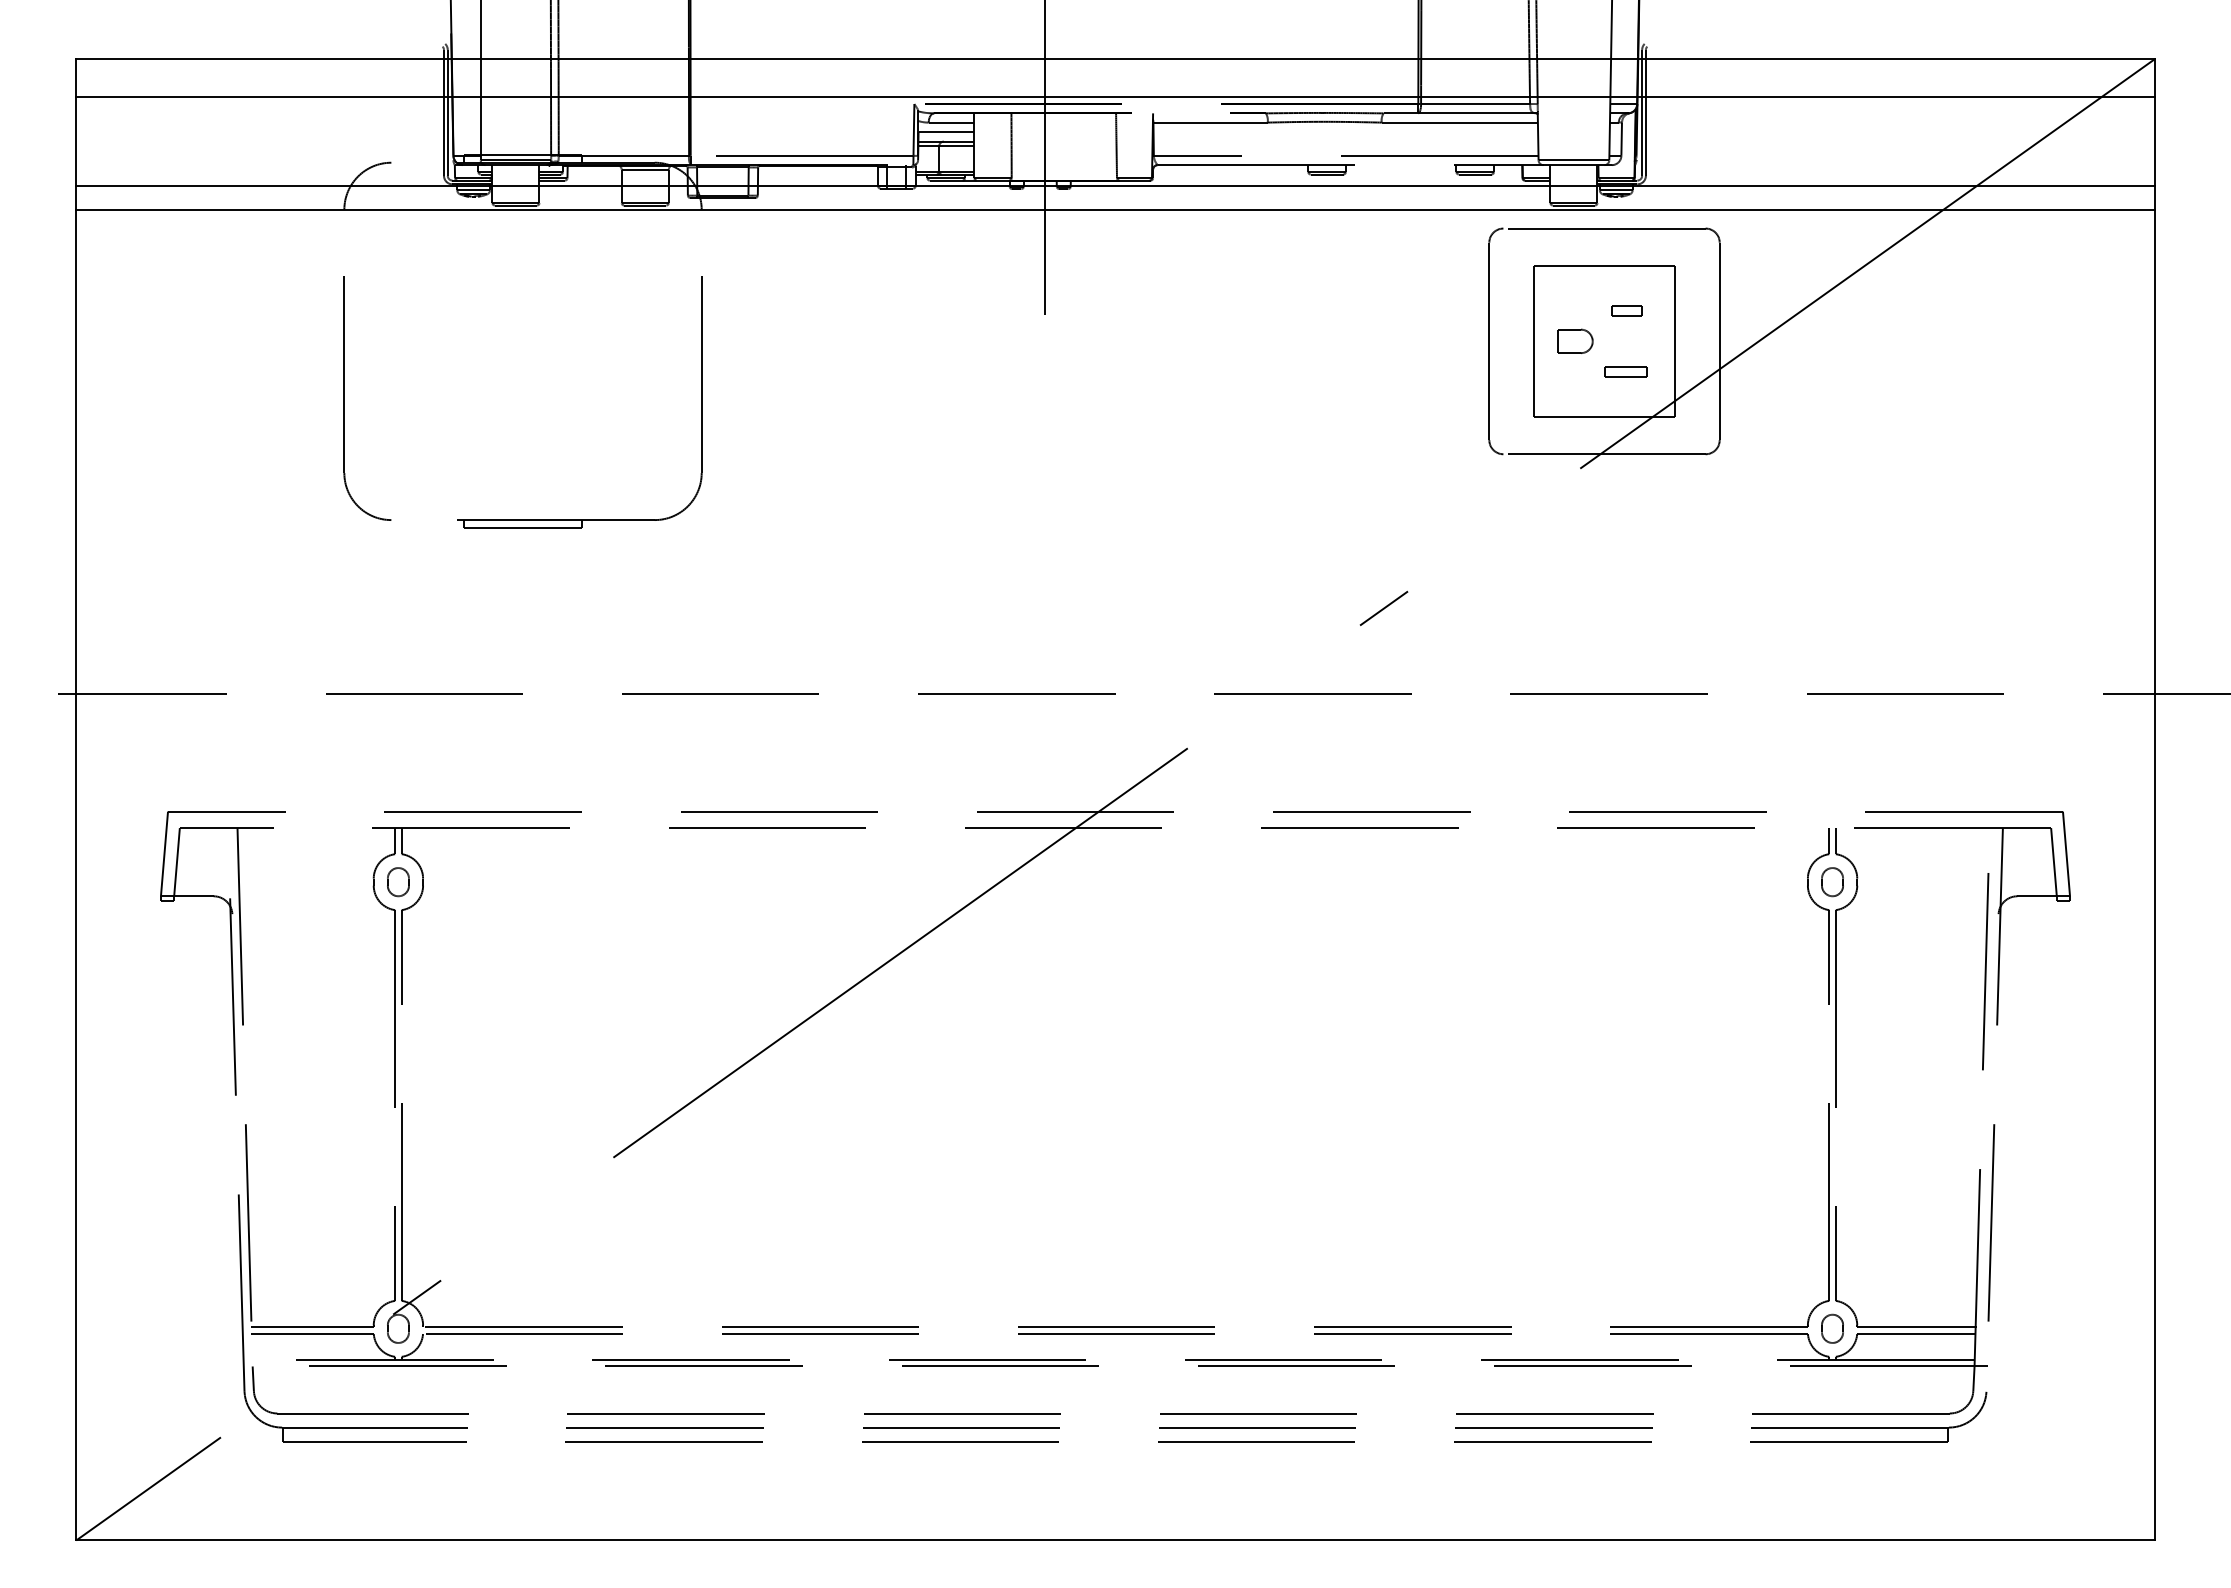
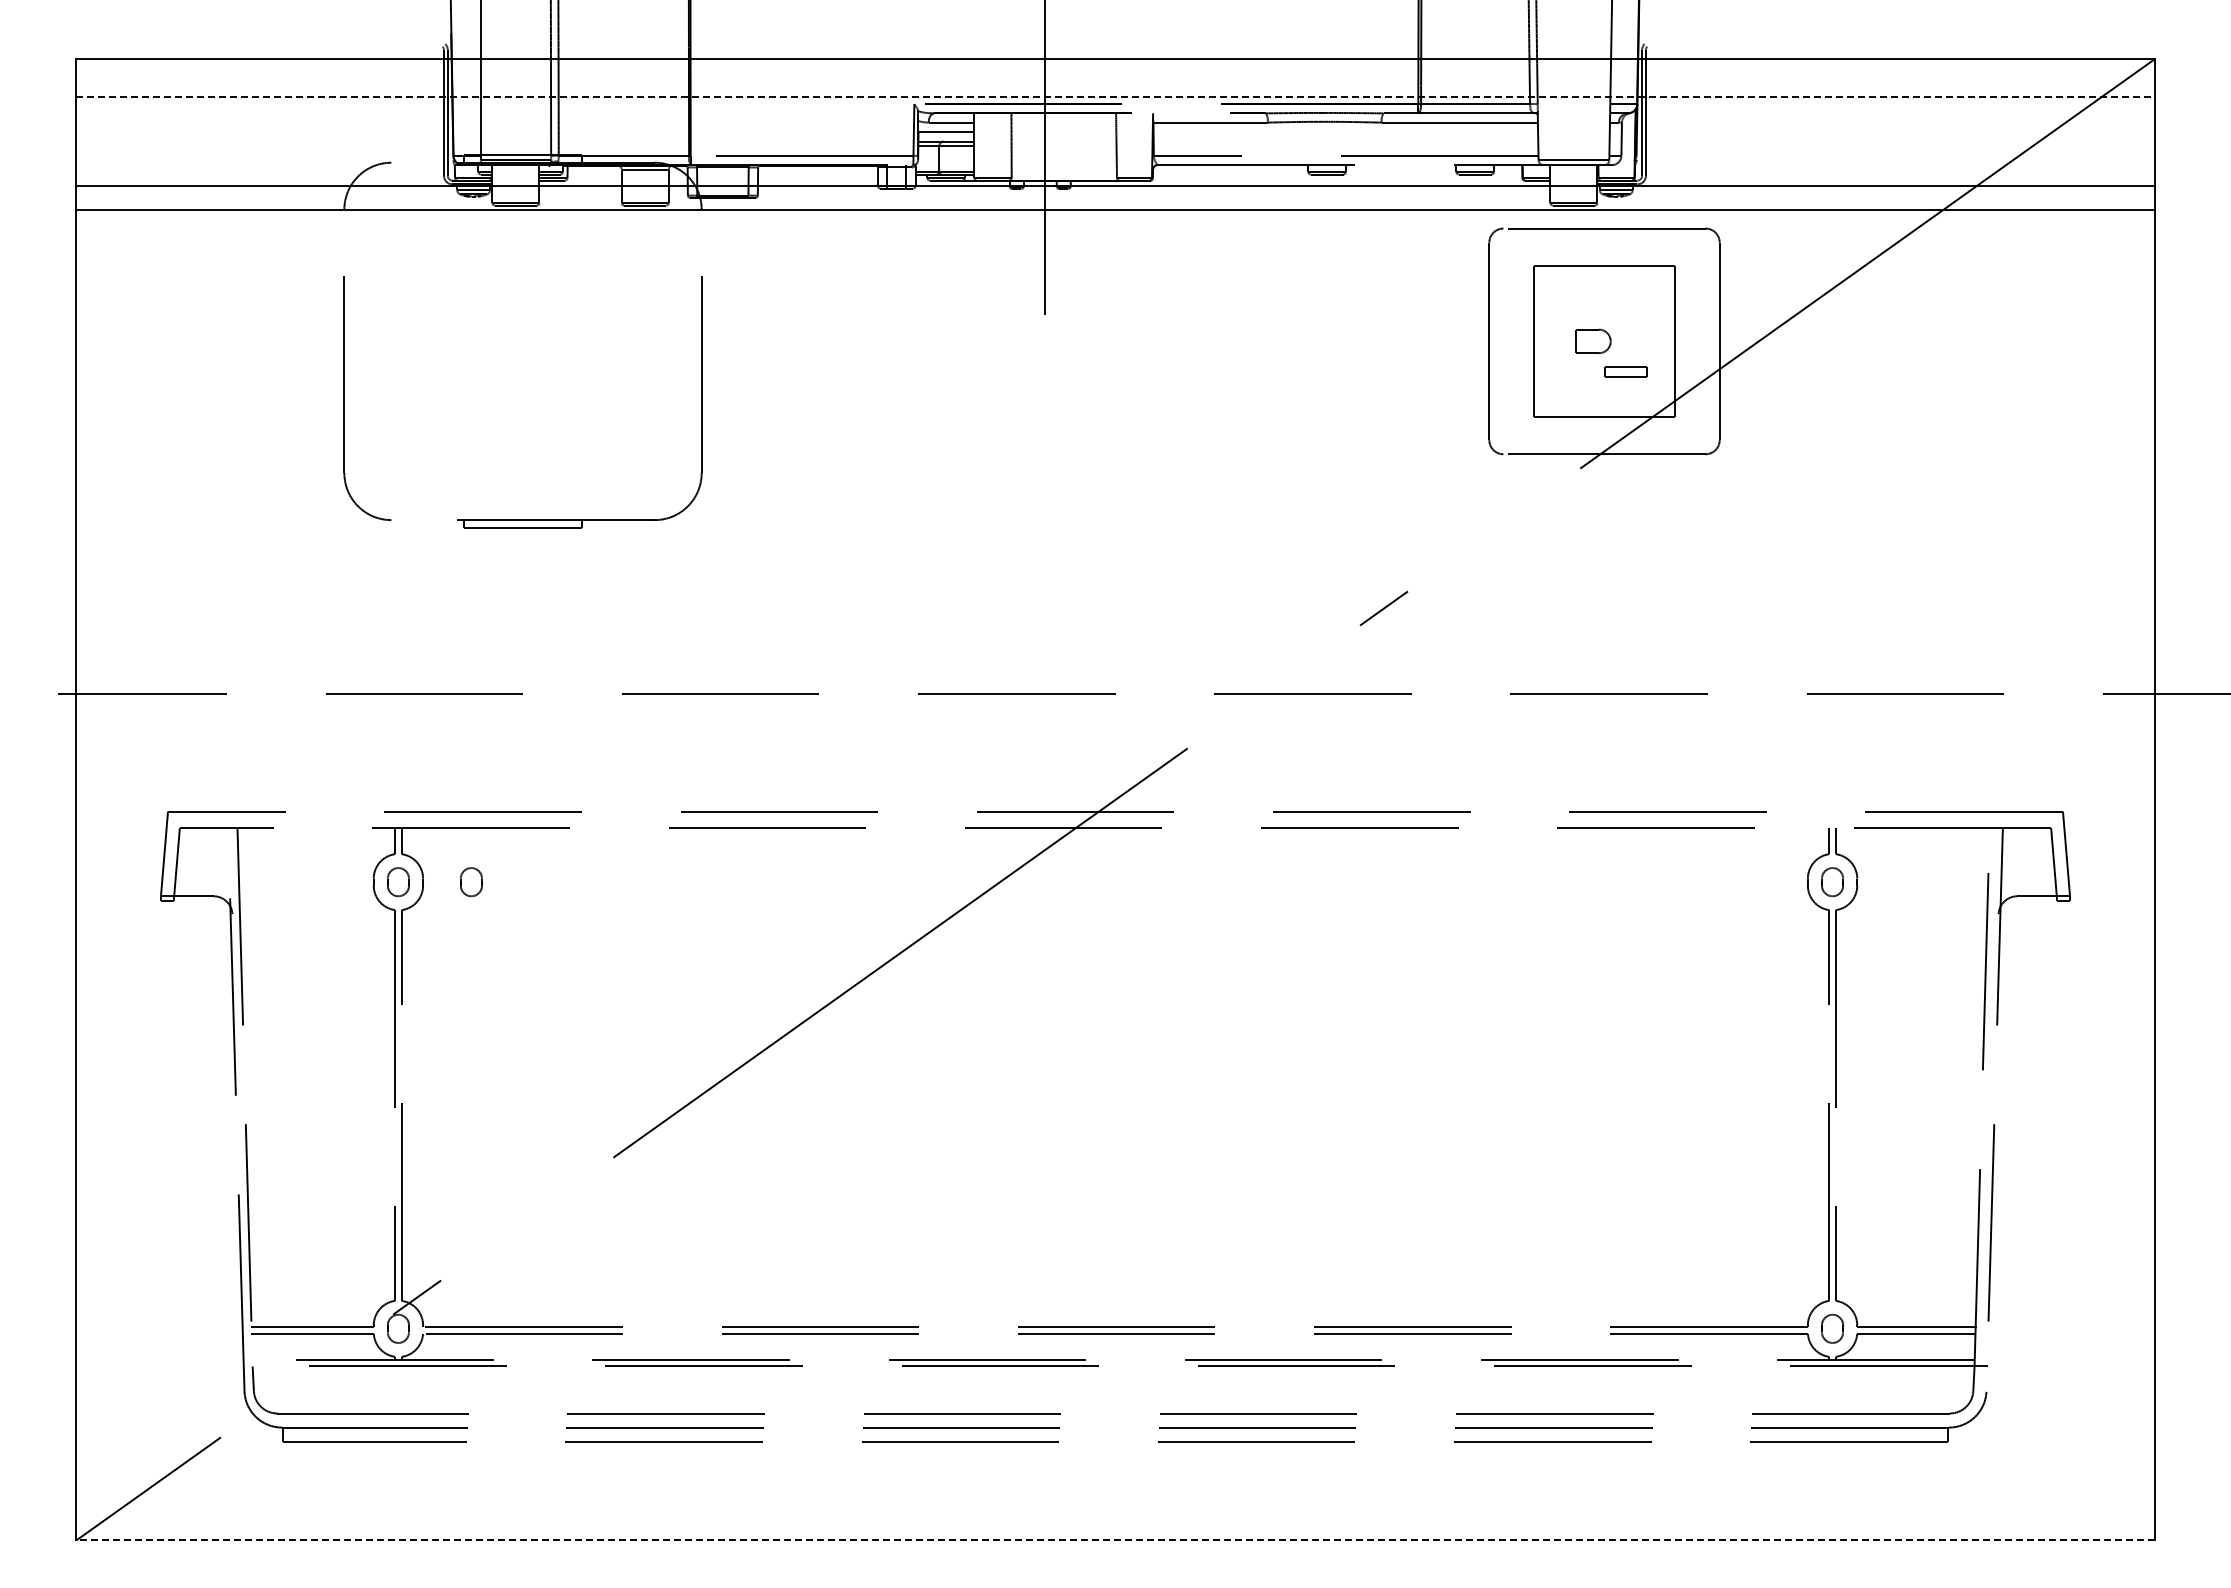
line at (1115, 96): solid -> dashed
part at (1626, 310): present -> none
part at (1575, 340) position: (1575, 340) -> (1593, 340)
part at (471, 882): none -> present
line at (1114, 1540): solid -> dashed
